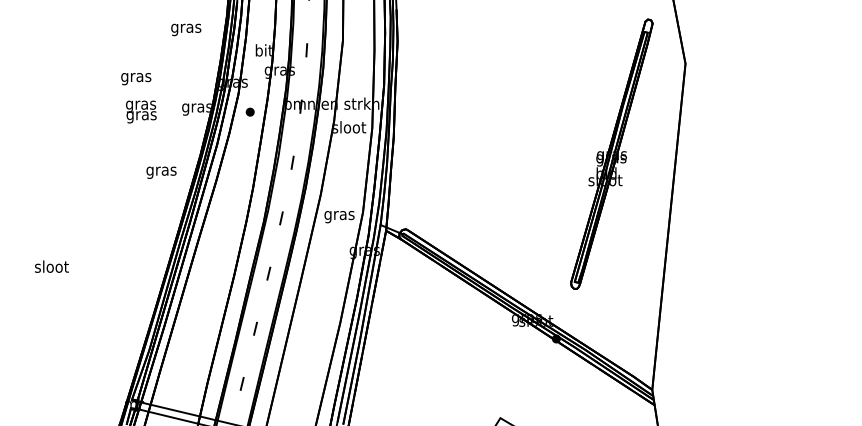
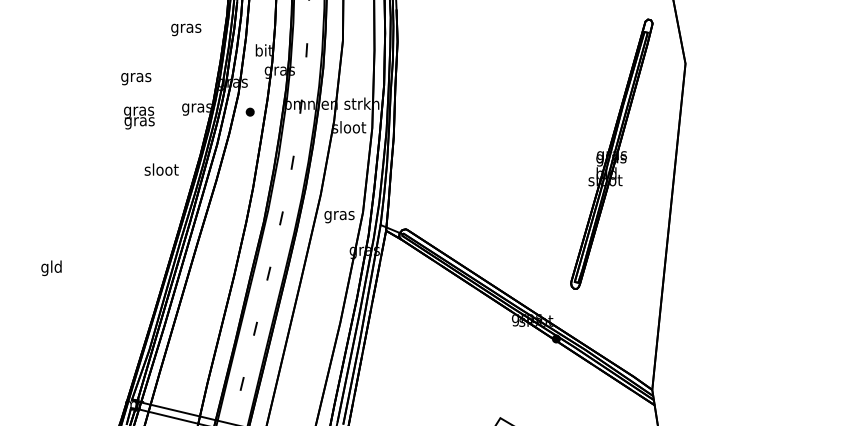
text at (141, 111) position: (141, 111) -> (139, 117)
text at (161, 170): gras -> sloot
text at (51, 268): sloot -> gld
